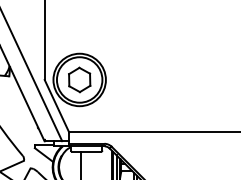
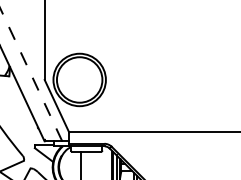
line at (31, 74): solid -> dashed
part at (79, 79): present -> none
